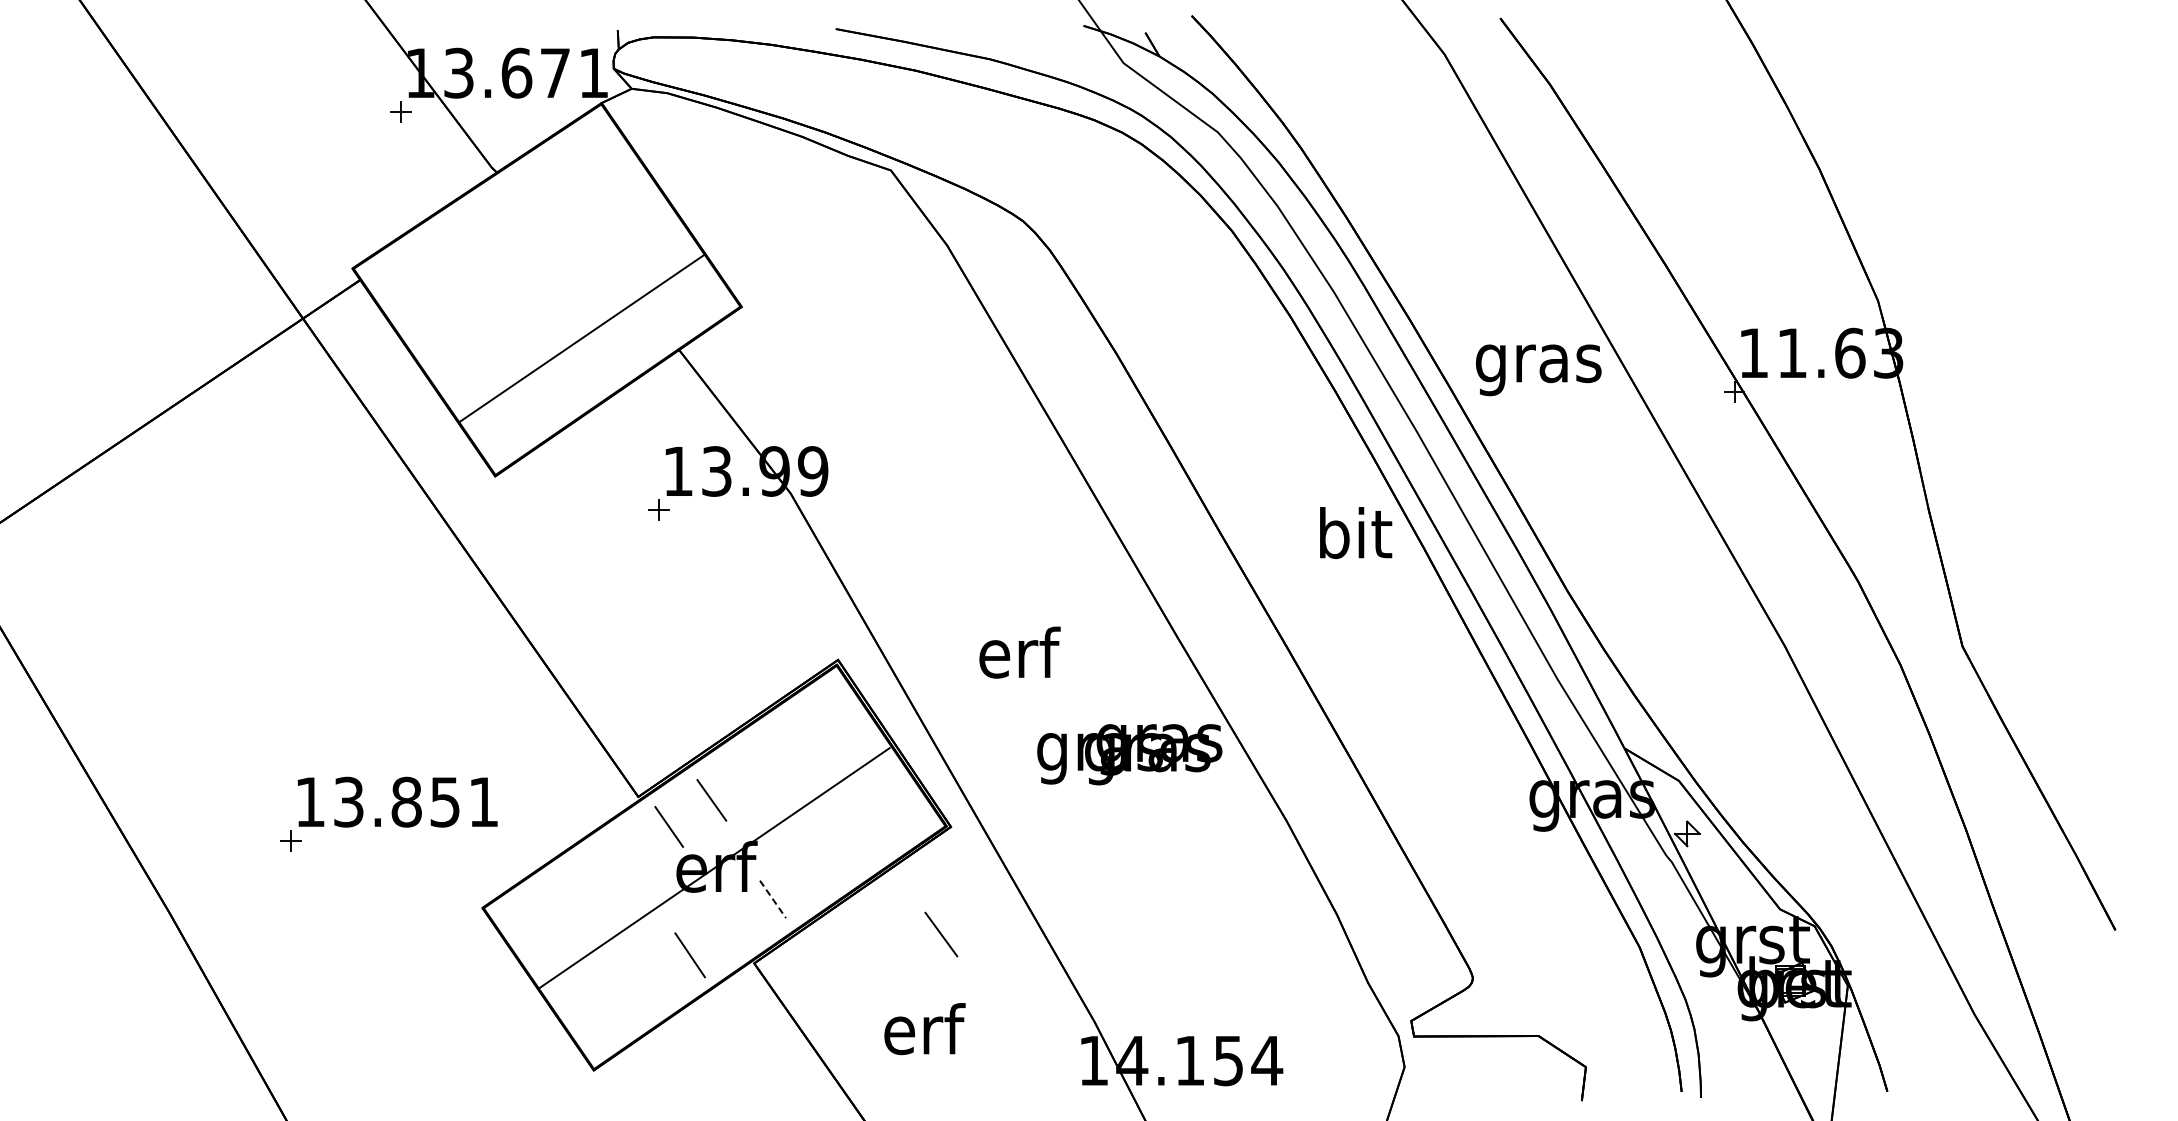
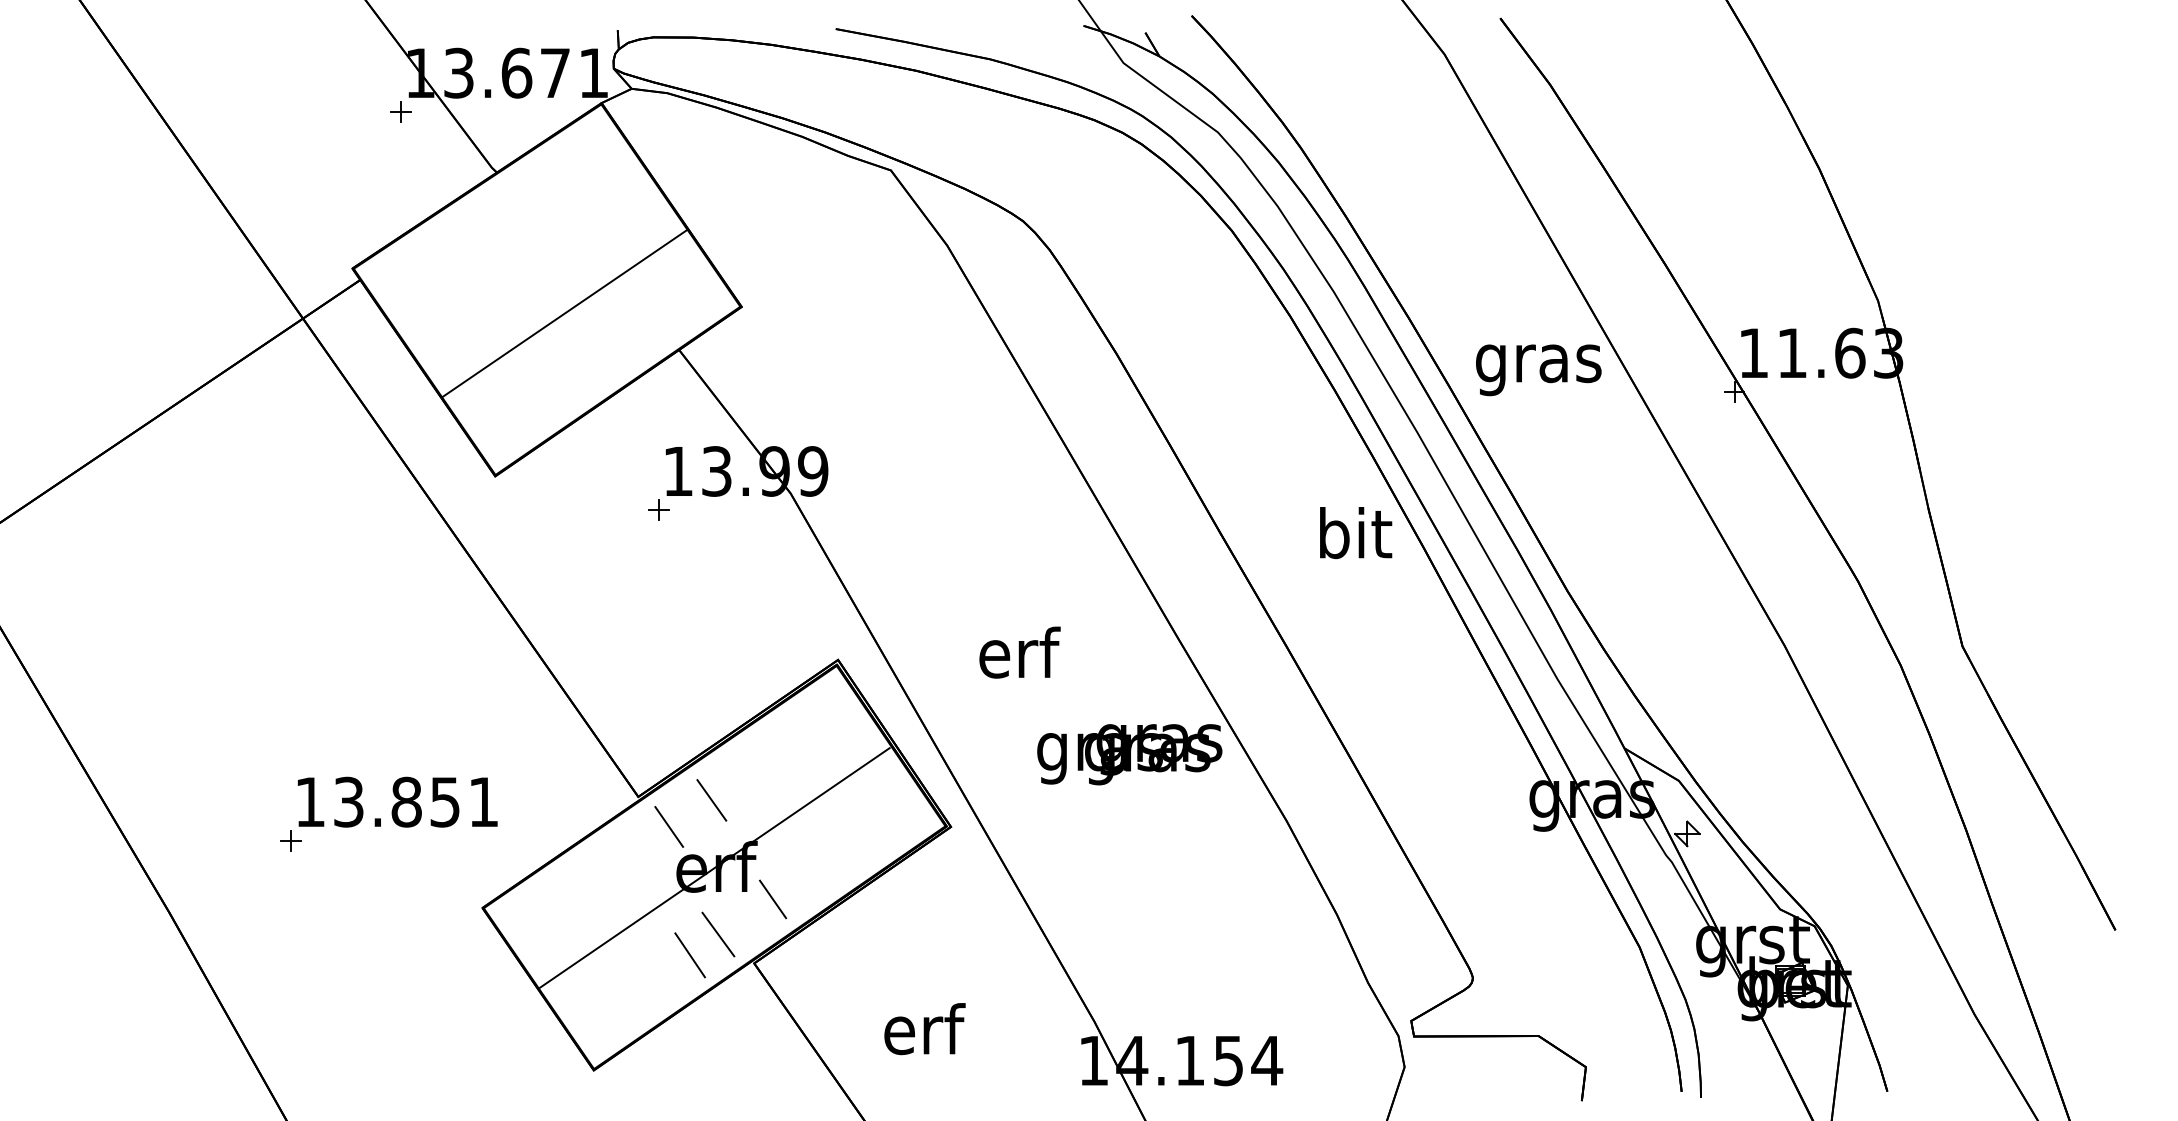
line at (581, 338) position: (581, 338) -> (564, 313)
line at (773, 899): dashed -> solid
line at (941, 934) position: (941, 934) -> (718, 934)
